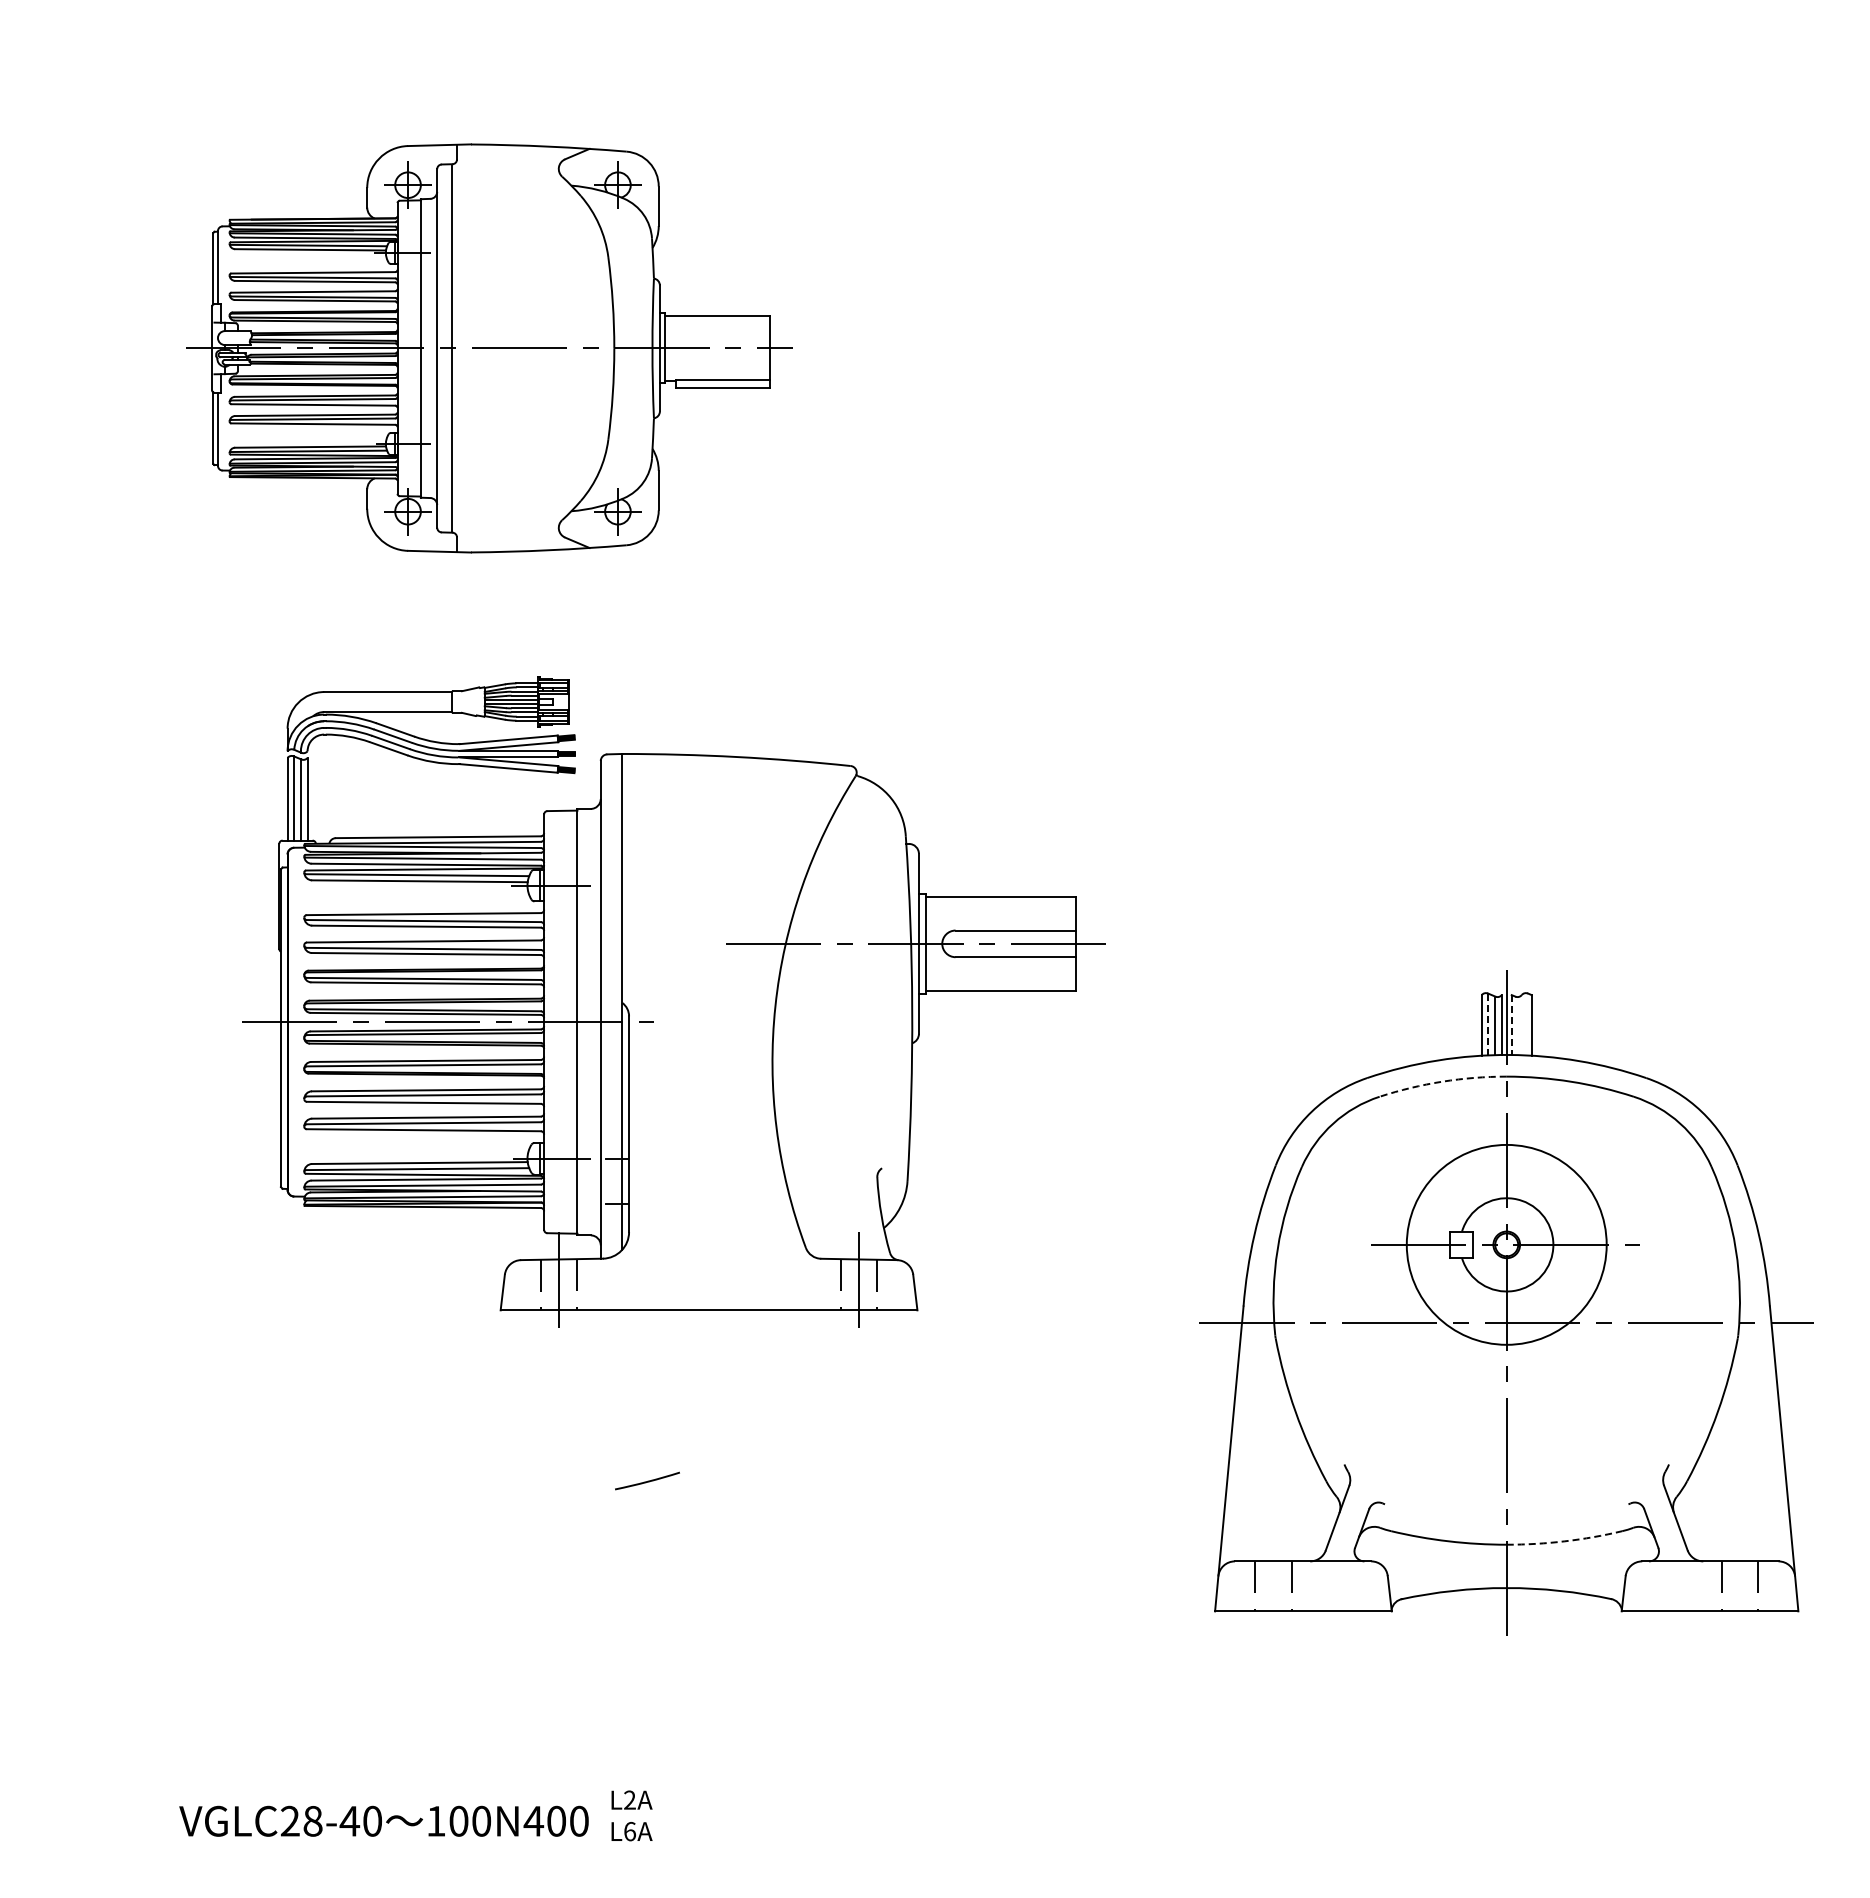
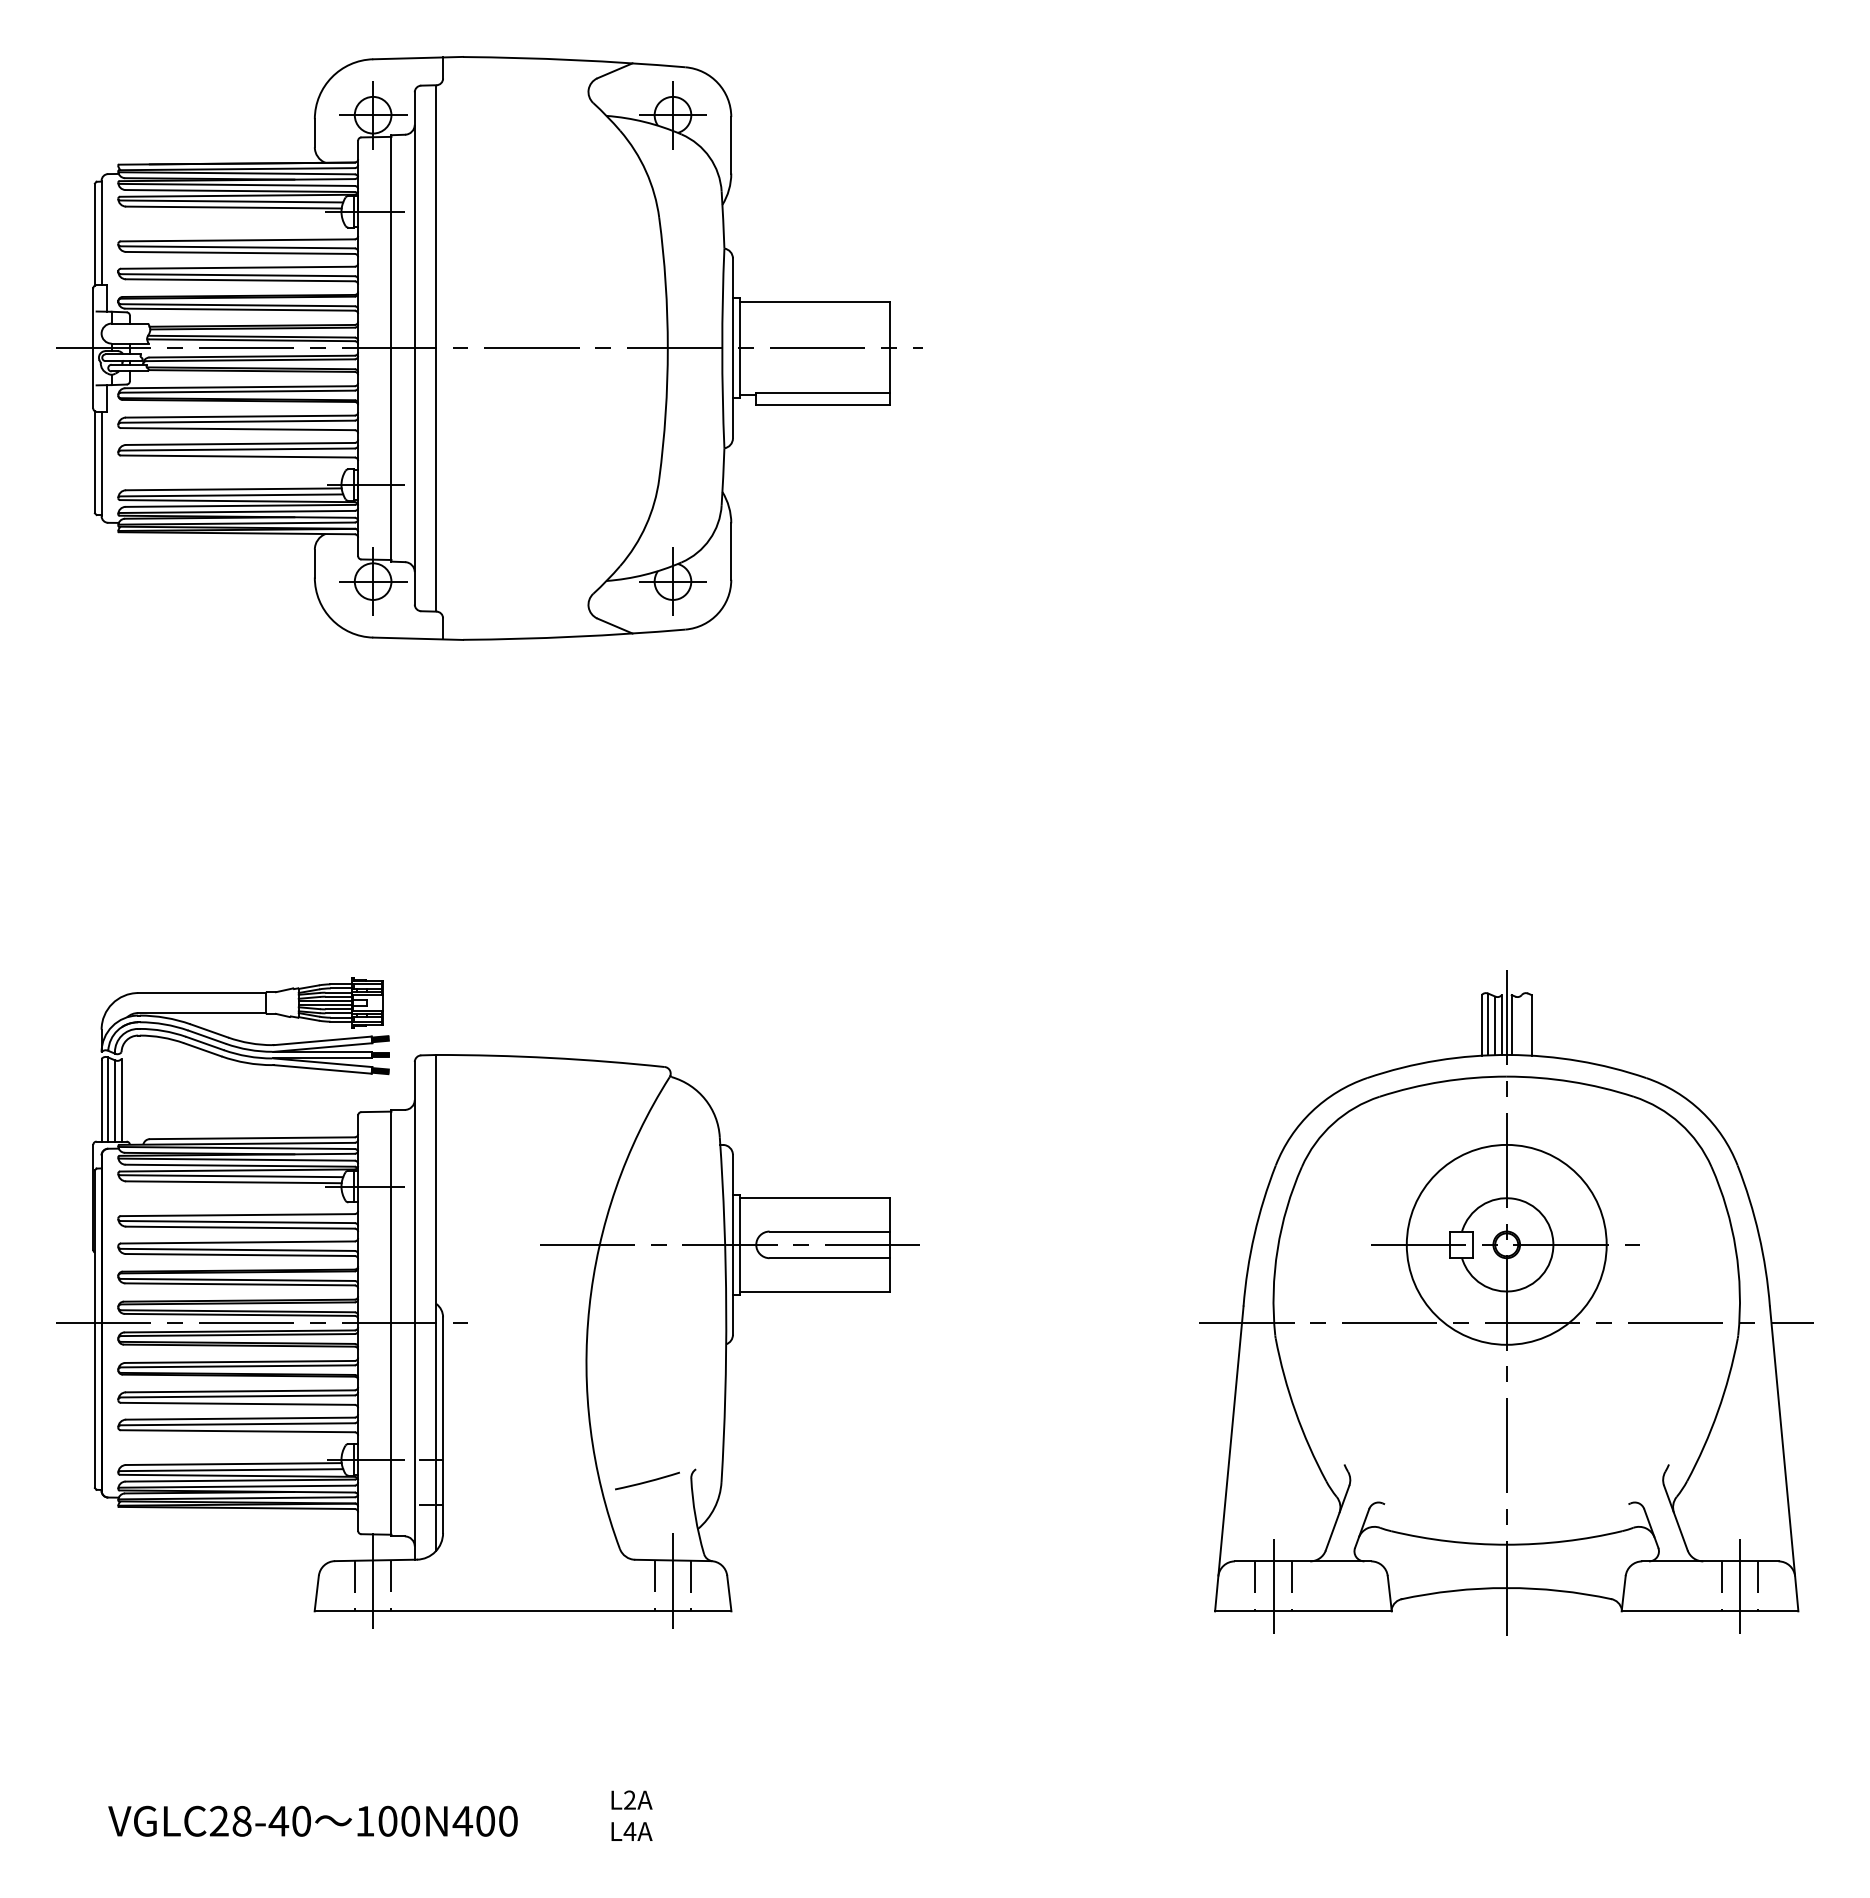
part at (489, 348) size: 607x411 px -> 867x585 px
part at (673, 1001) position: (673, 1001) -> (487, 1302)
line at (1488, 1024): dashed -> solid
line at (1511, 1025): dashed -> solid
arc at (1442, 1081): dashed -> solid
arc at (1564, 1541): dashed -> solid
line at (1273, 1585): none -> present
line at (1739, 1585): none -> present
text at (383, 1820) position: (383, 1820) -> (312, 1820)
text at (629, 1831): L6A -> L4A
